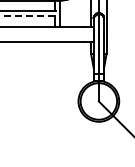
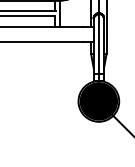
line at (27, 16): dashed -> solid
fill at (98, 101): none -> present
